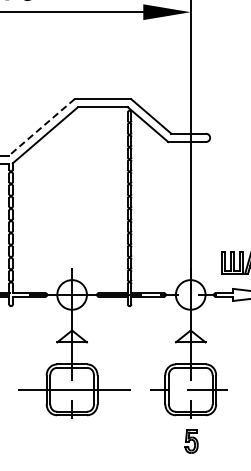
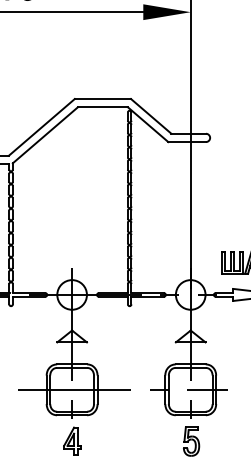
line at (41, 127): dashed -> solid
part at (72, 440): none -> present
part at (191, 441) size: 15x25 px -> 18x31 px
